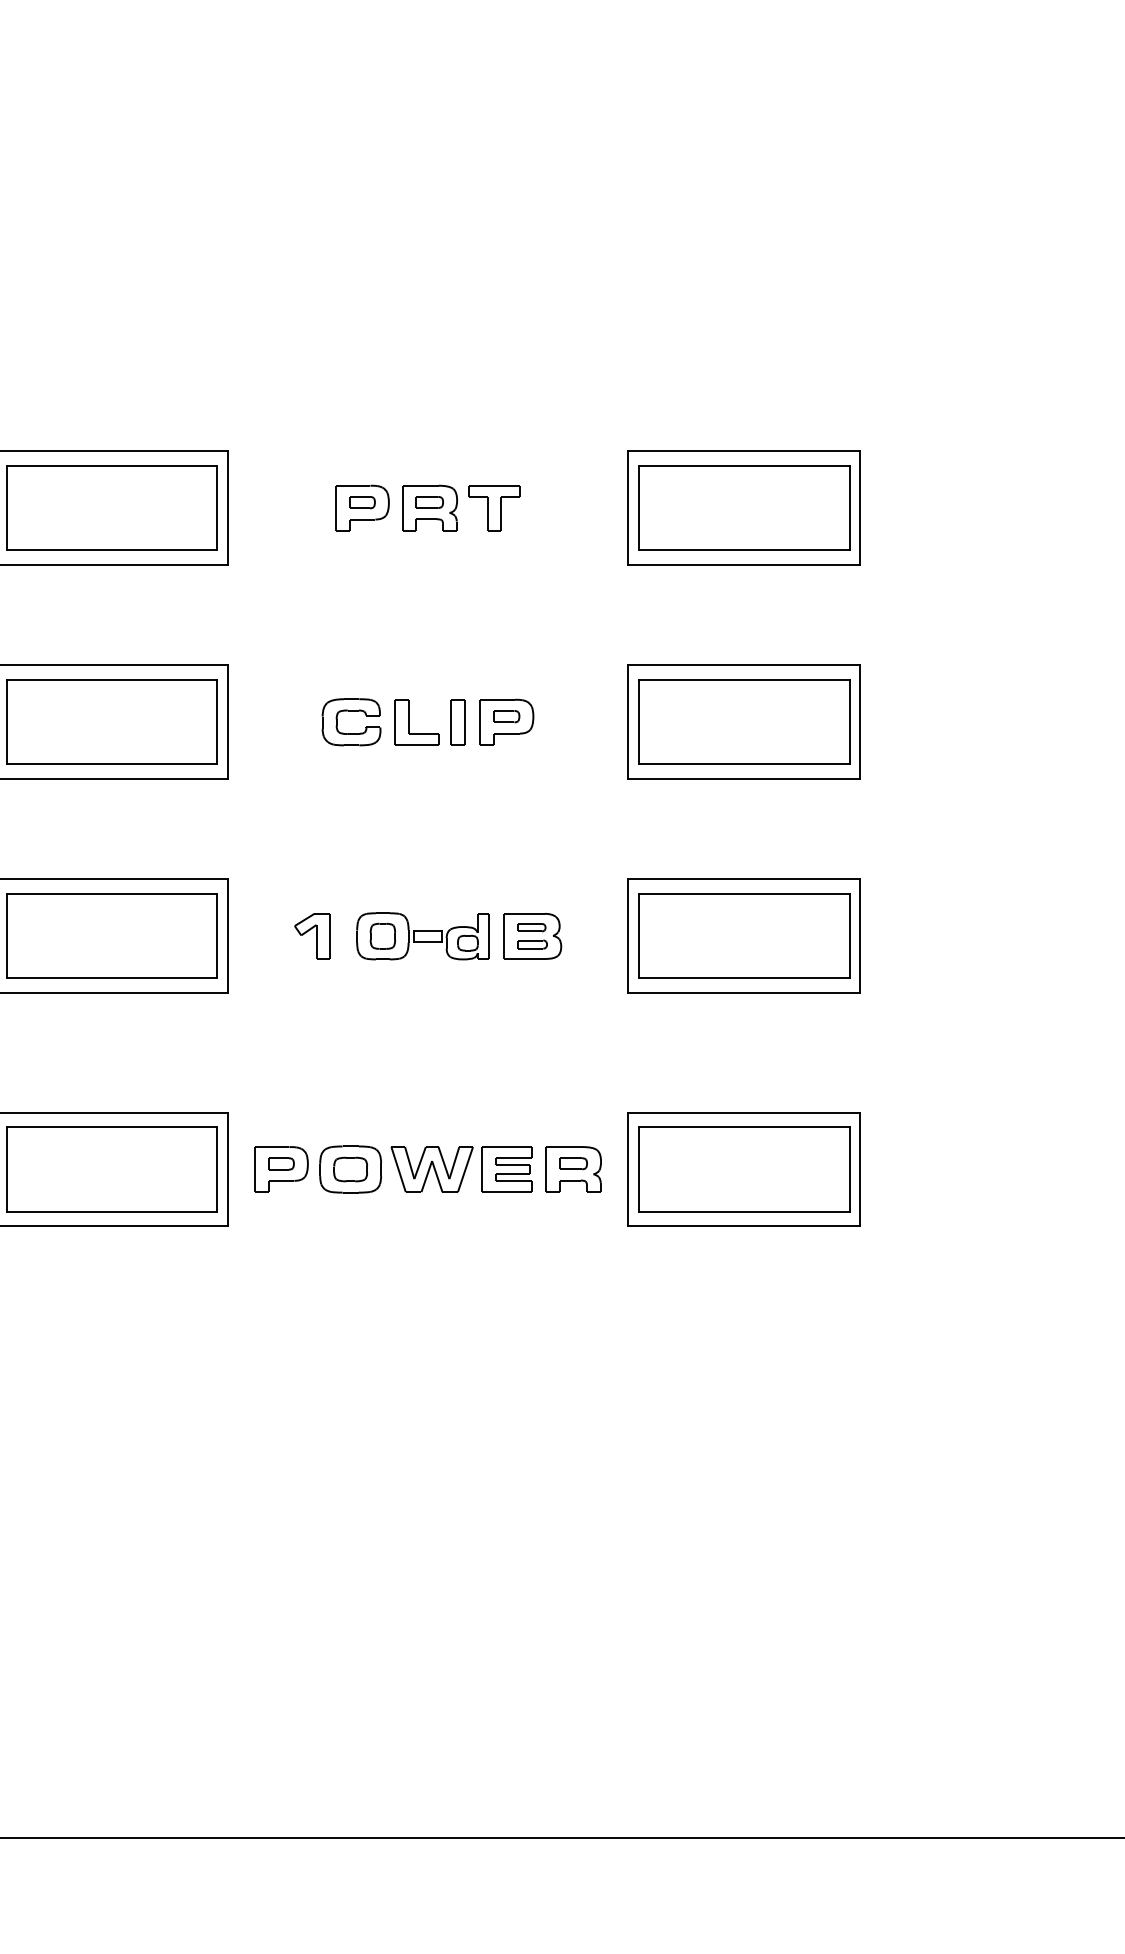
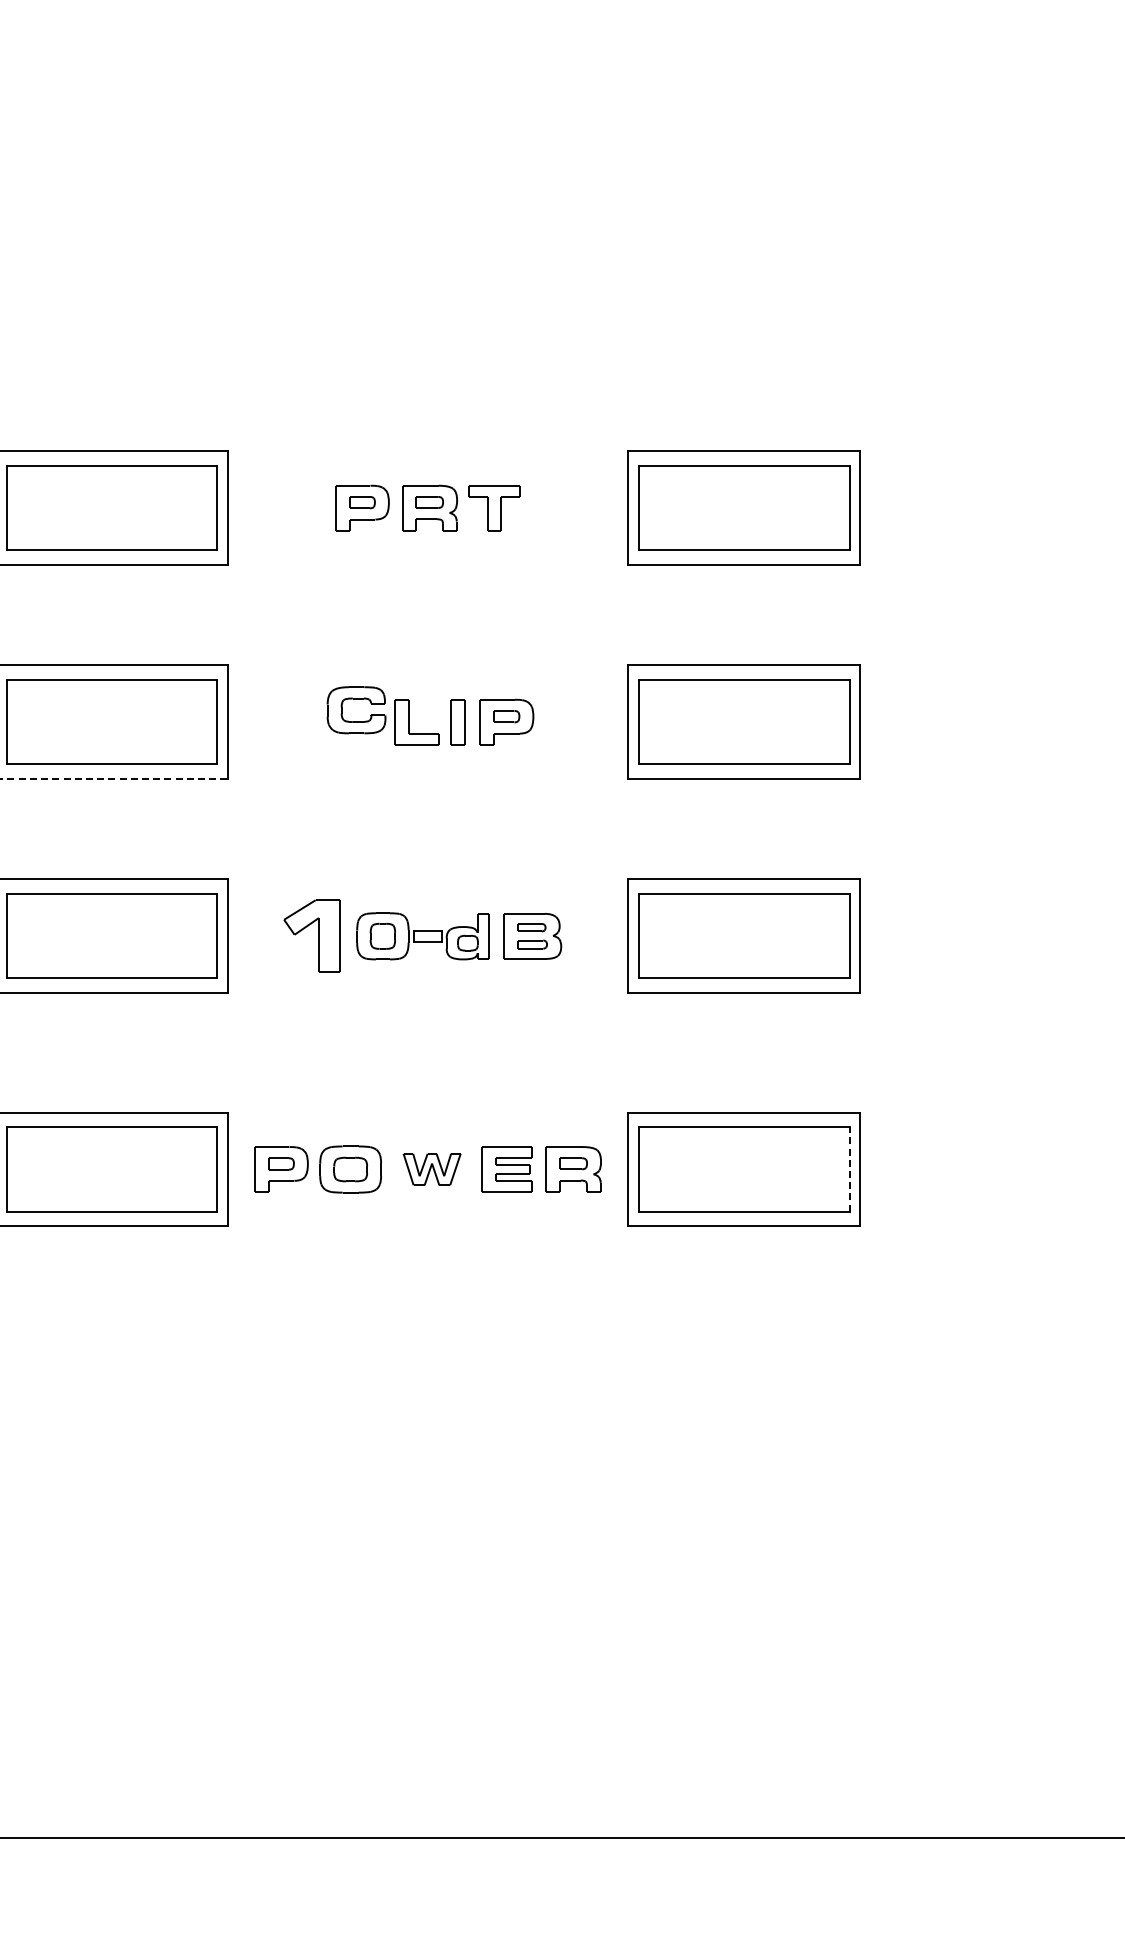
part at (351, 711) position: (351, 711) -> (356, 699)
line at (114, 779): solid -> dashed
part at (312, 936) size: 37x47 px -> 58x74 px
part at (431, 1169) size: 84x47 px -> 60x33 px
line at (849, 1169): solid -> dashed
